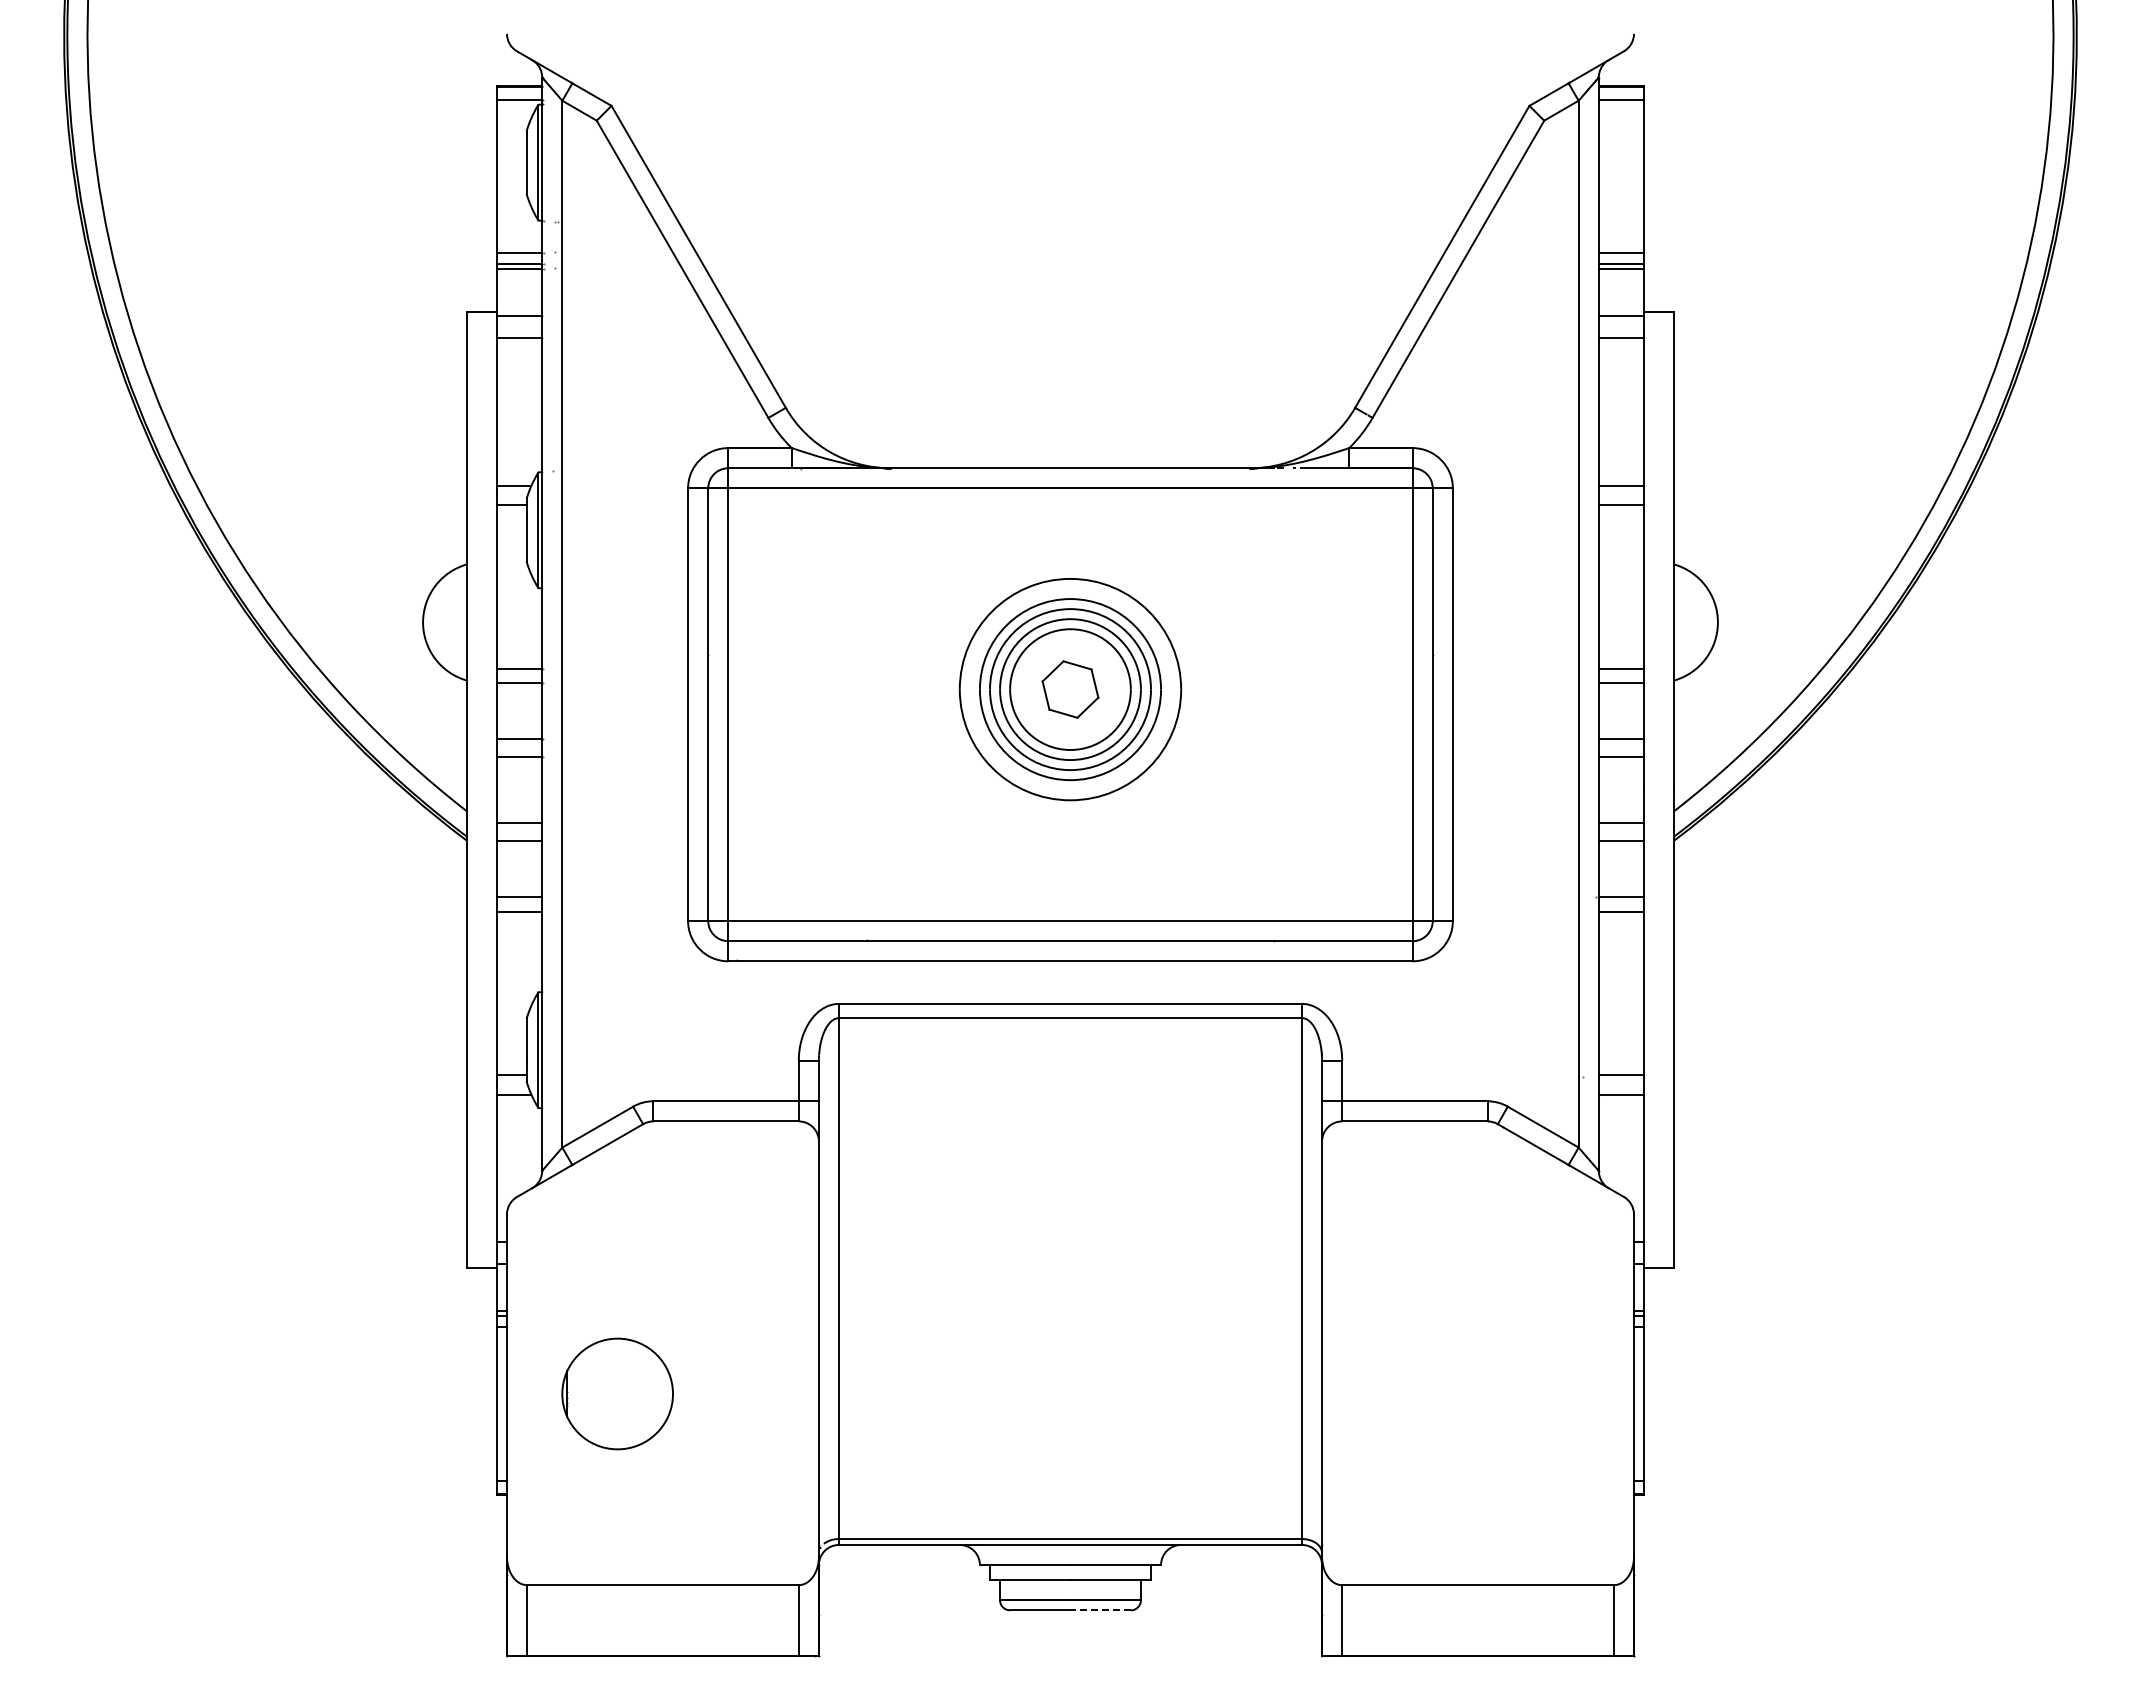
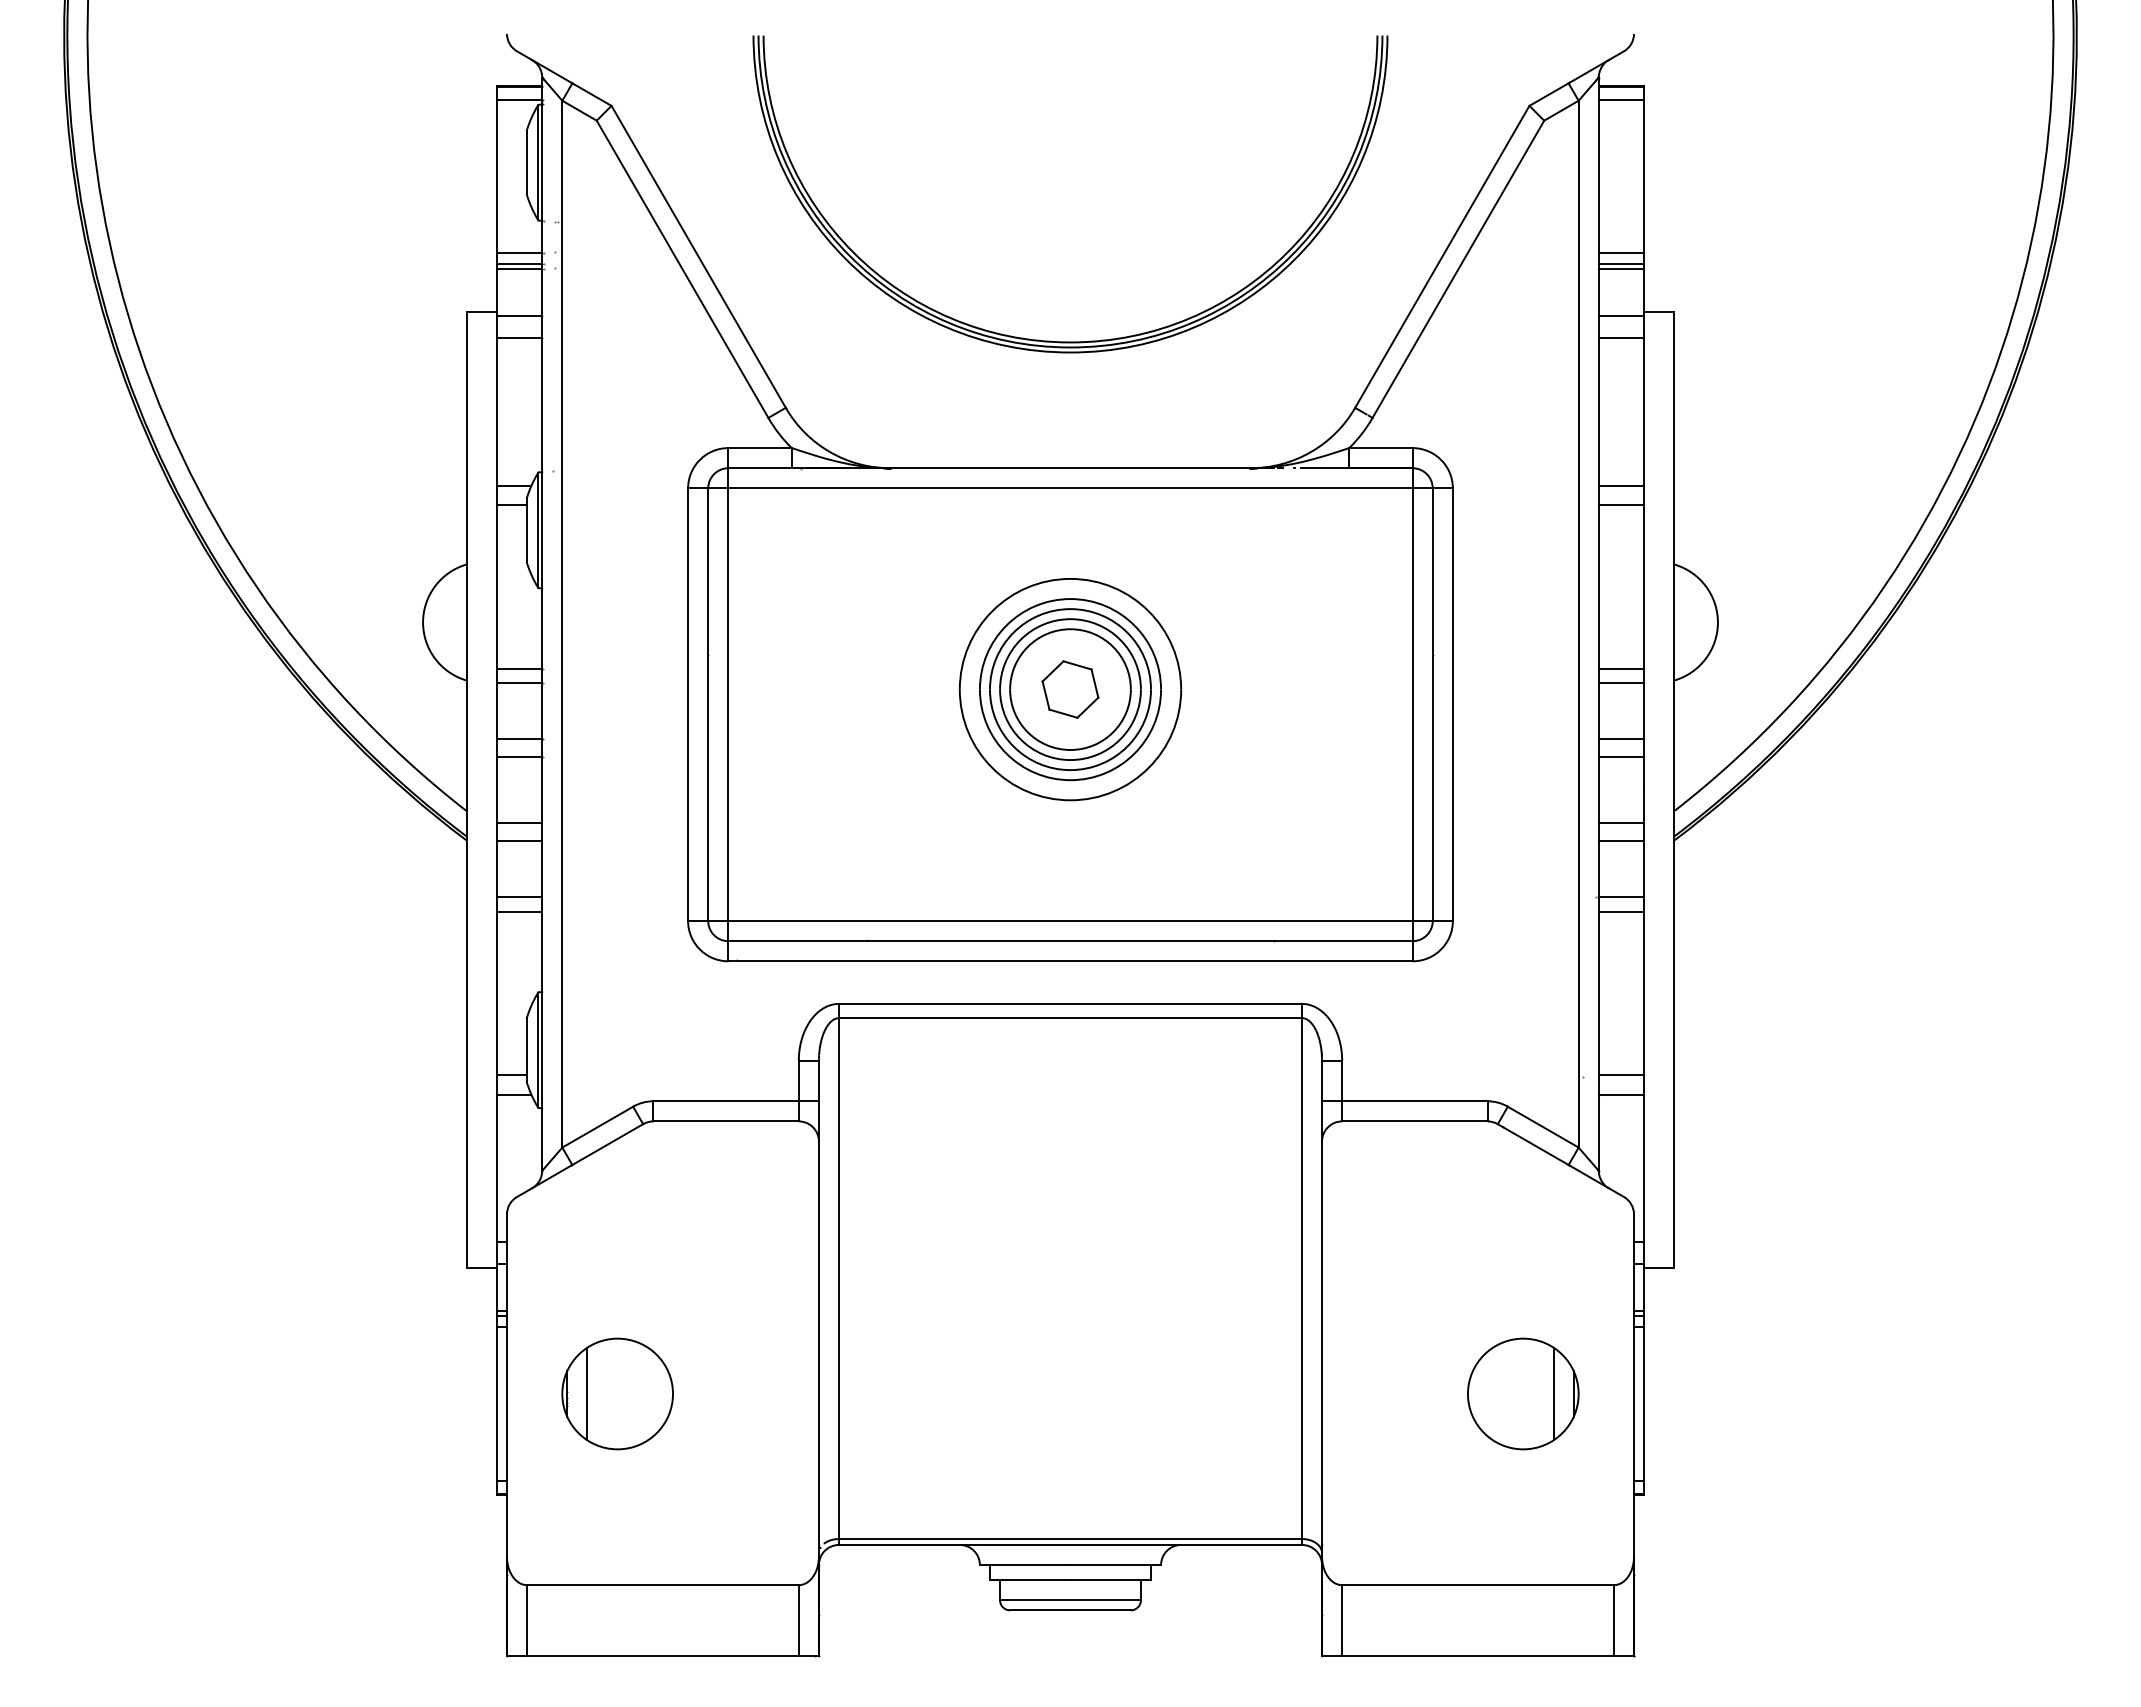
part at (1070, 341): none -> present
line at (587, 1393): none -> present
part at (1523, 1393): none -> present
line at (1100, 1610): dashed -> solid
